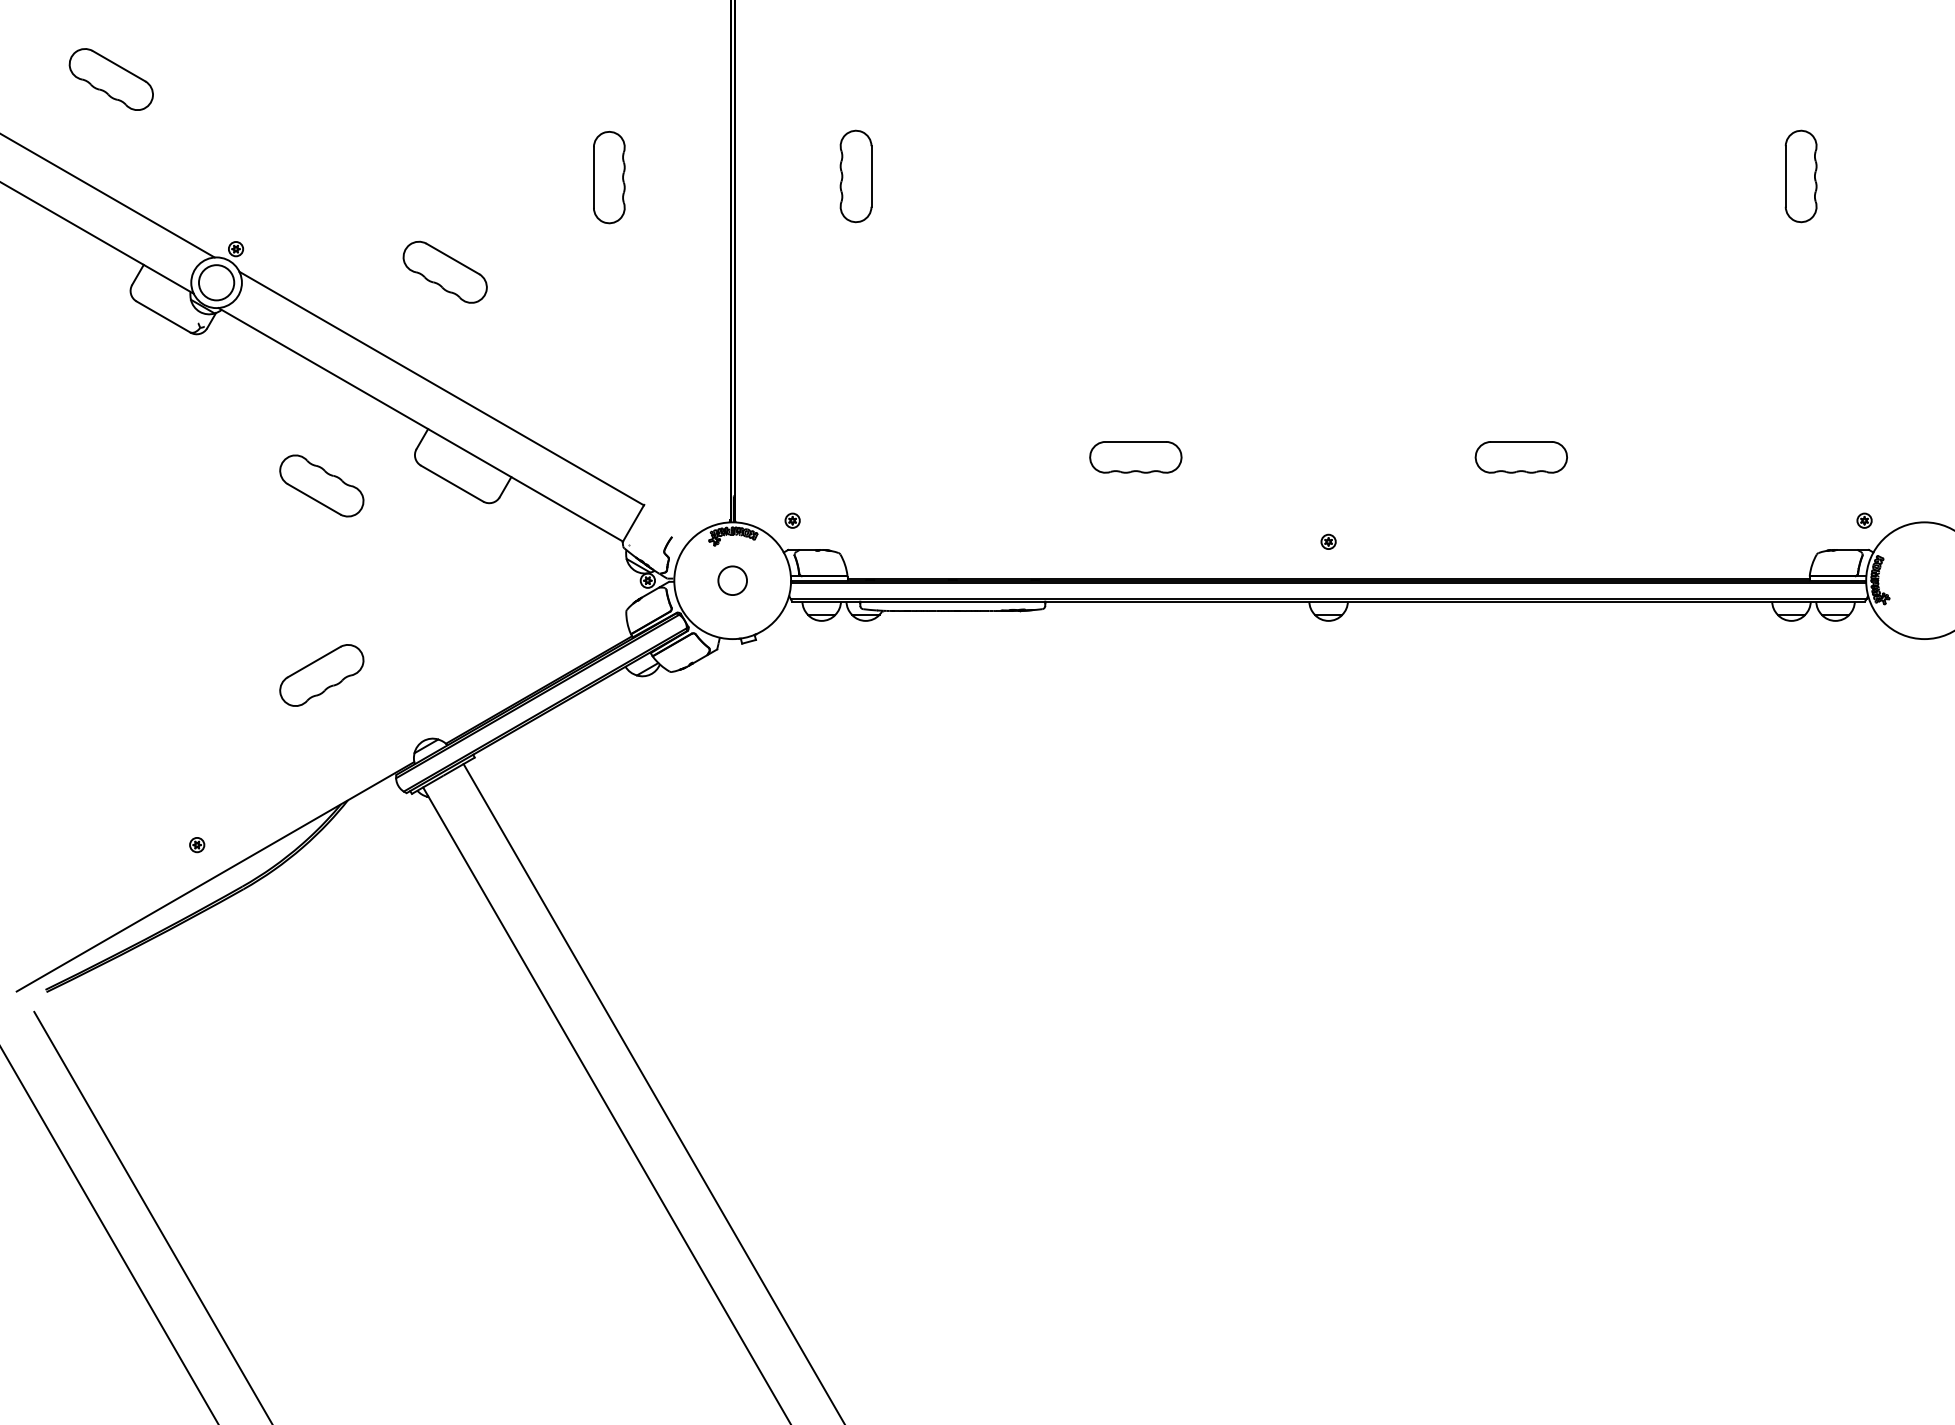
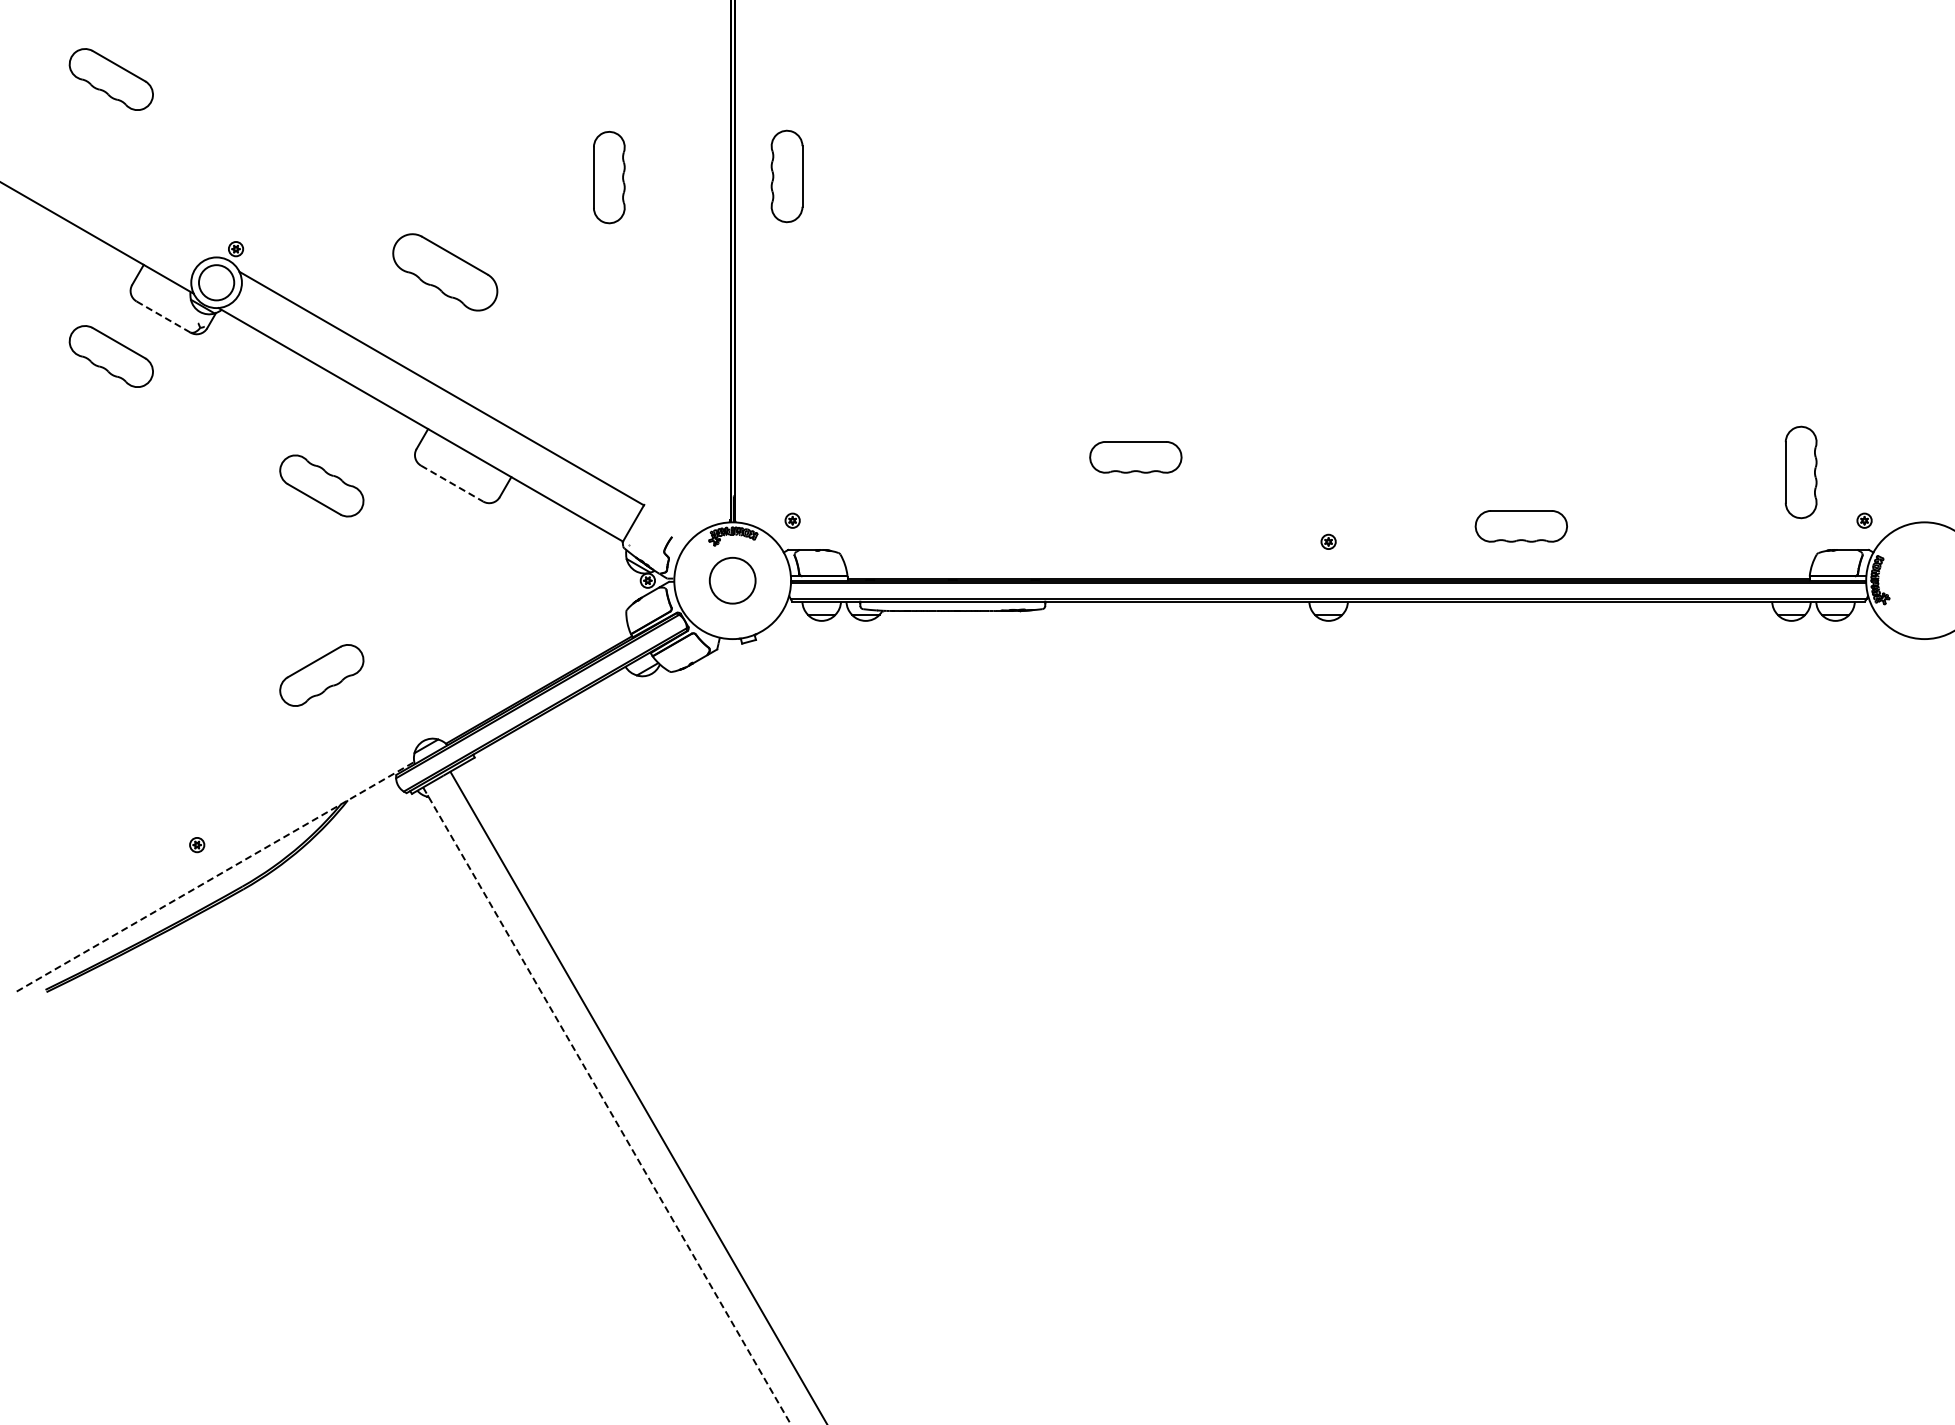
part at (855, 176) position: (855, 176) -> (786, 176)
part at (1800, 176) position: (1800, 176) -> (1800, 472)
line at (108, 195): present -> none
part at (444, 271) size: 86x64 px -> 107x79 px
line at (164, 317): solid -> dashed
part at (110, 356): none -> present
part at (1520, 457) position: (1520, 457) -> (1520, 526)
line at (452, 483): solid -> dashed
circle at (732, 580) diameter: 29 px -> 46 px
line at (215, 876): solid -> dashed
line at (653, 1092) position: (653, 1092) -> (637, 1096)
line at (607, 1106): solid -> dashed
line at (152, 1216): present -> none
line at (109, 1235): present -> none
